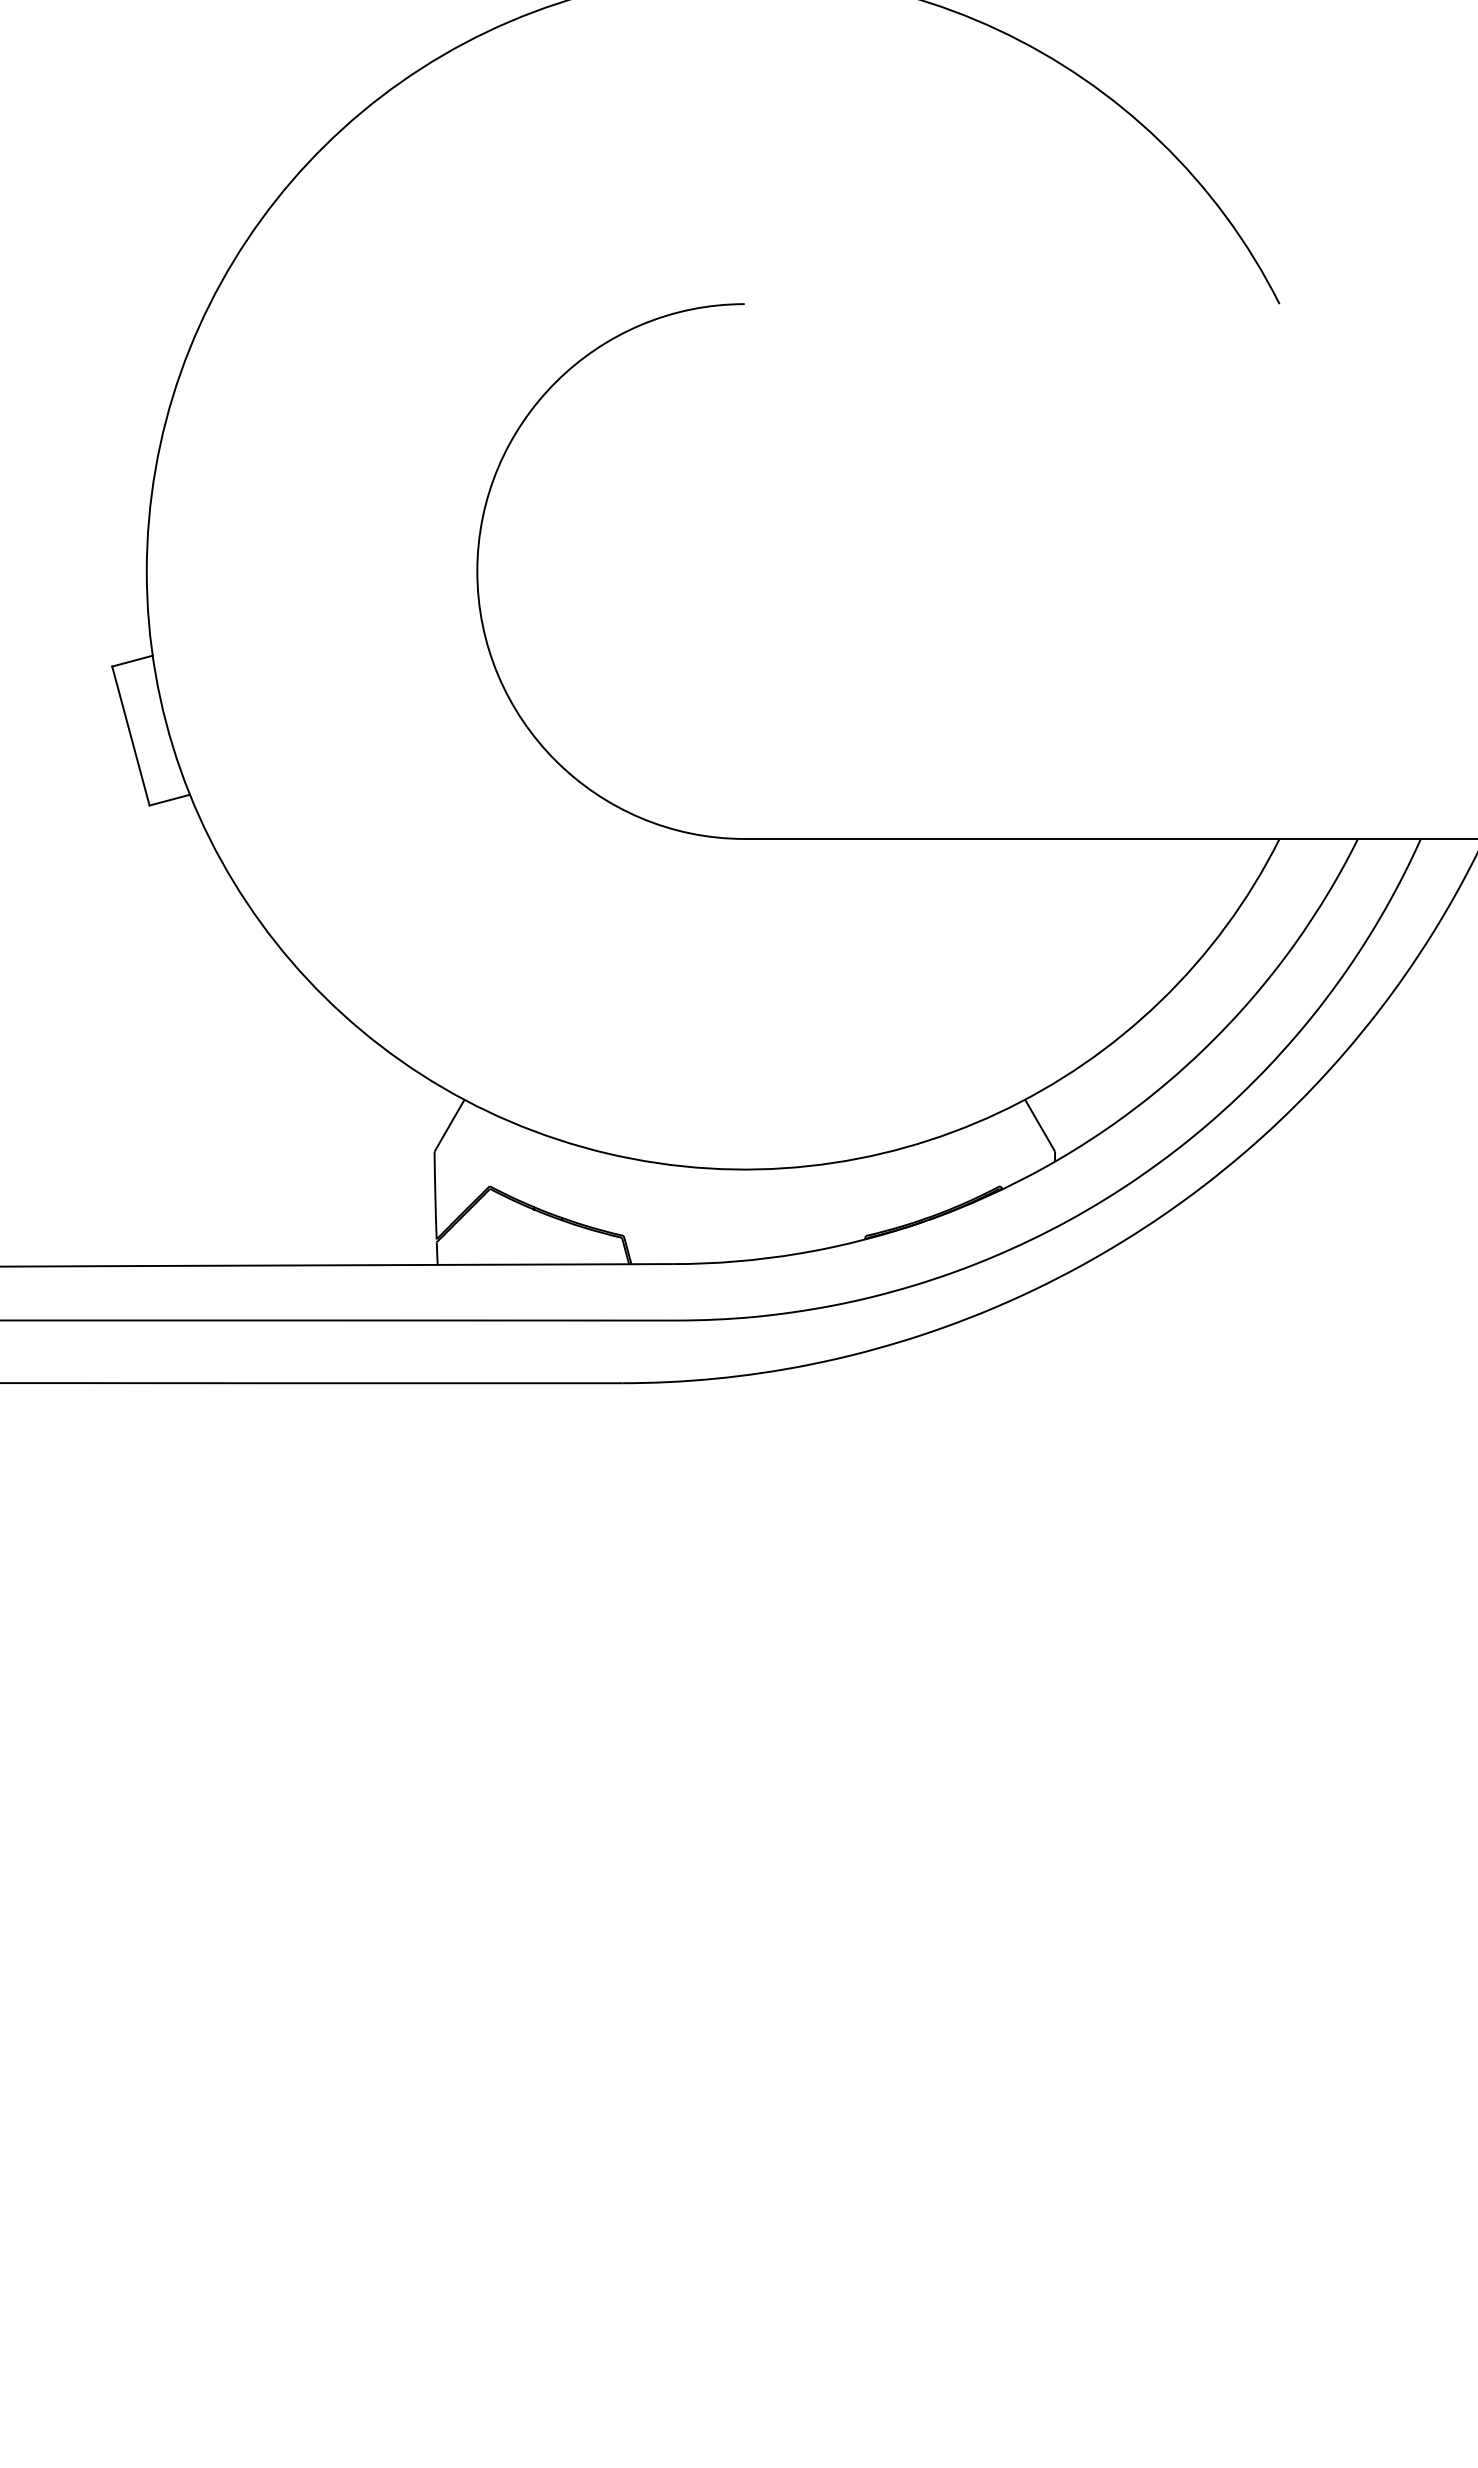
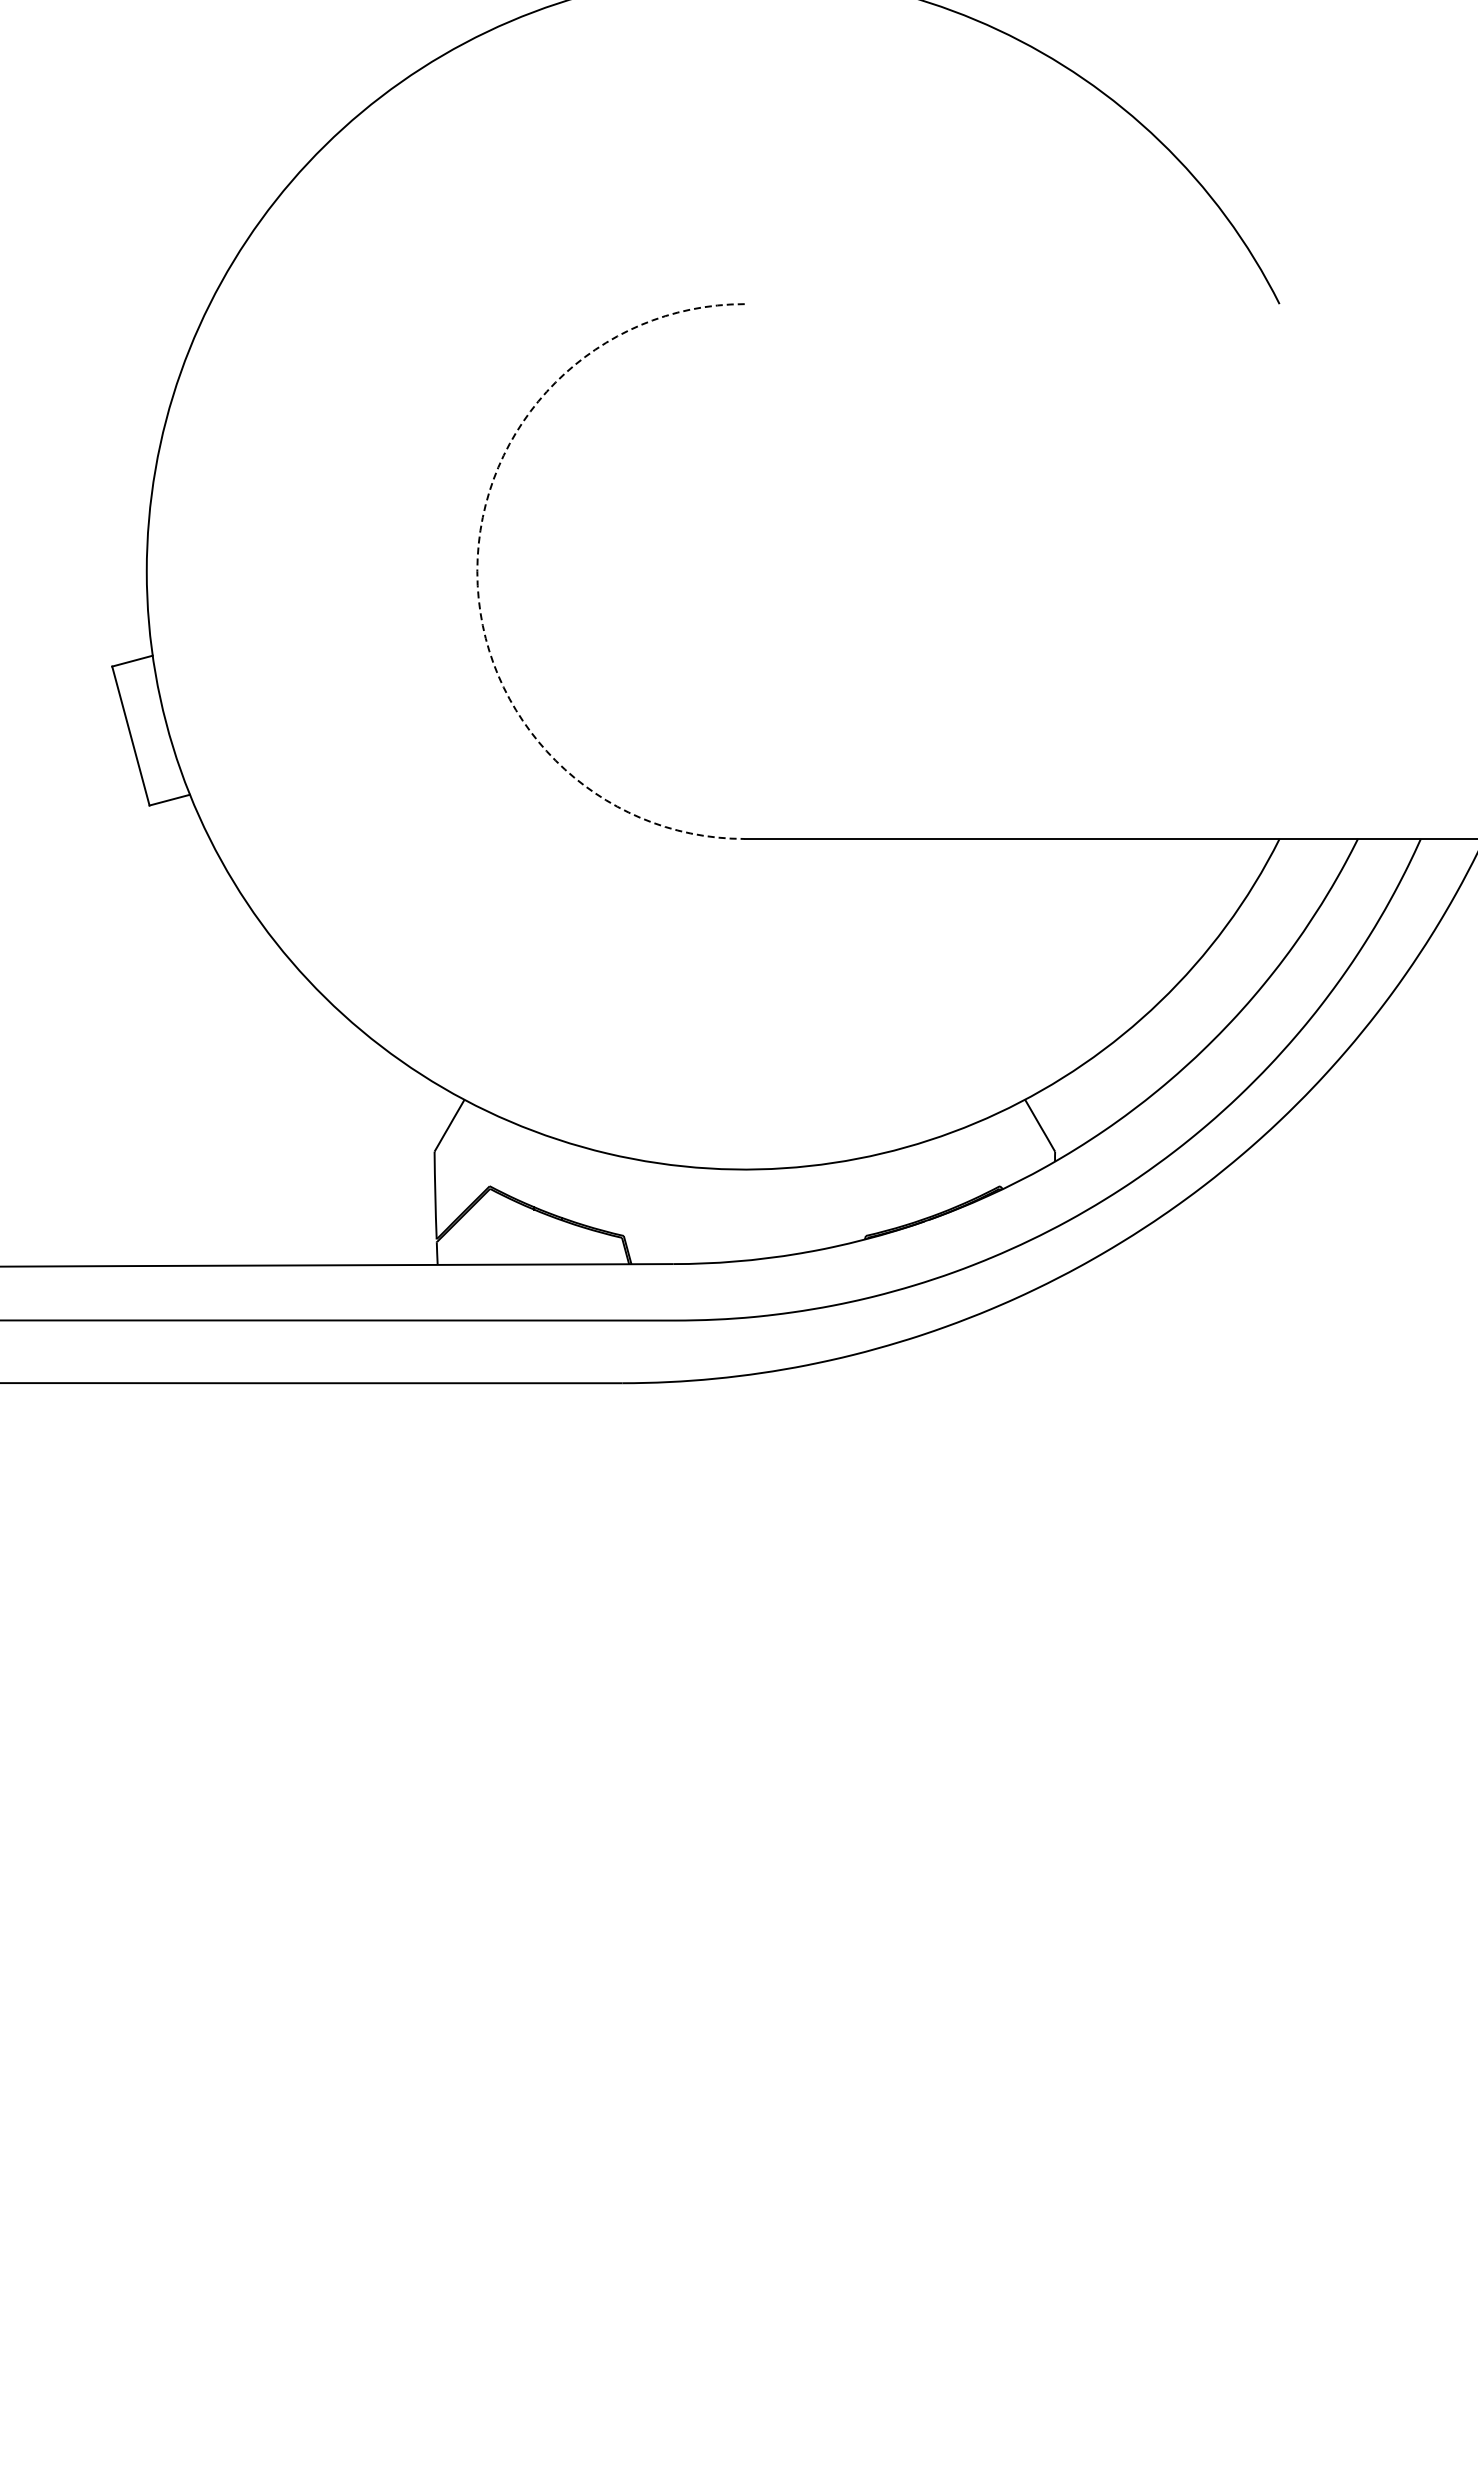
arc at (477, 571): solid -> dashed
